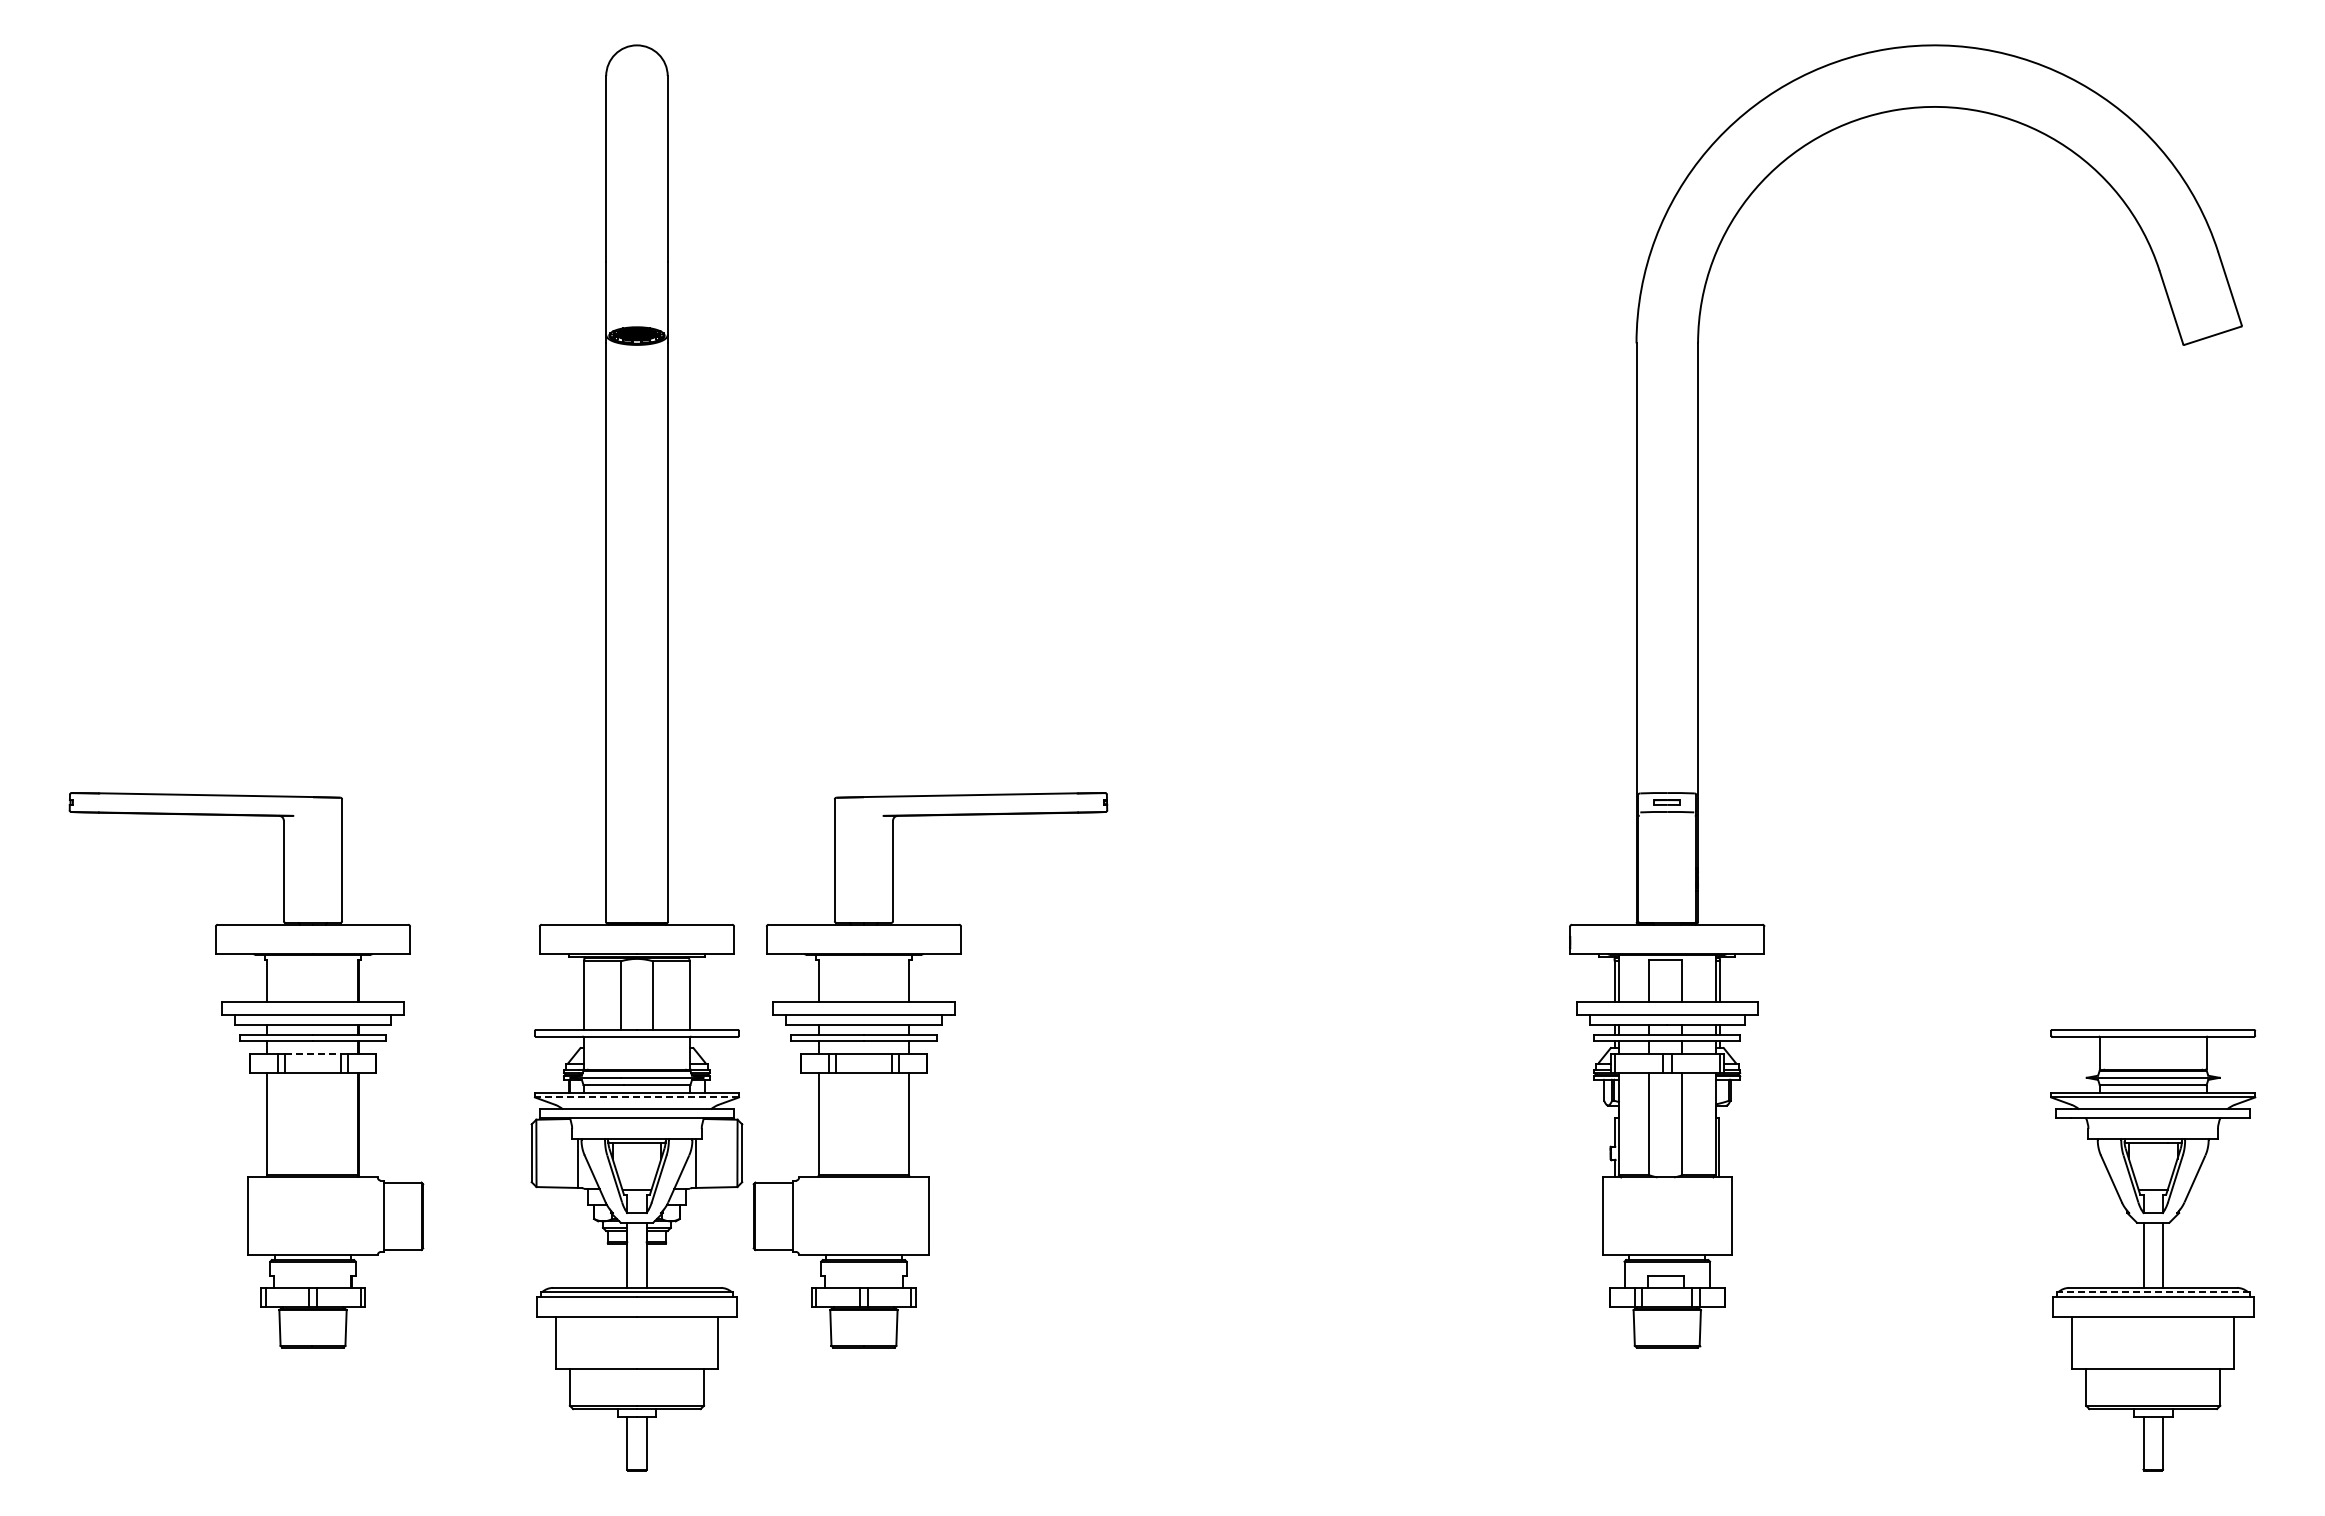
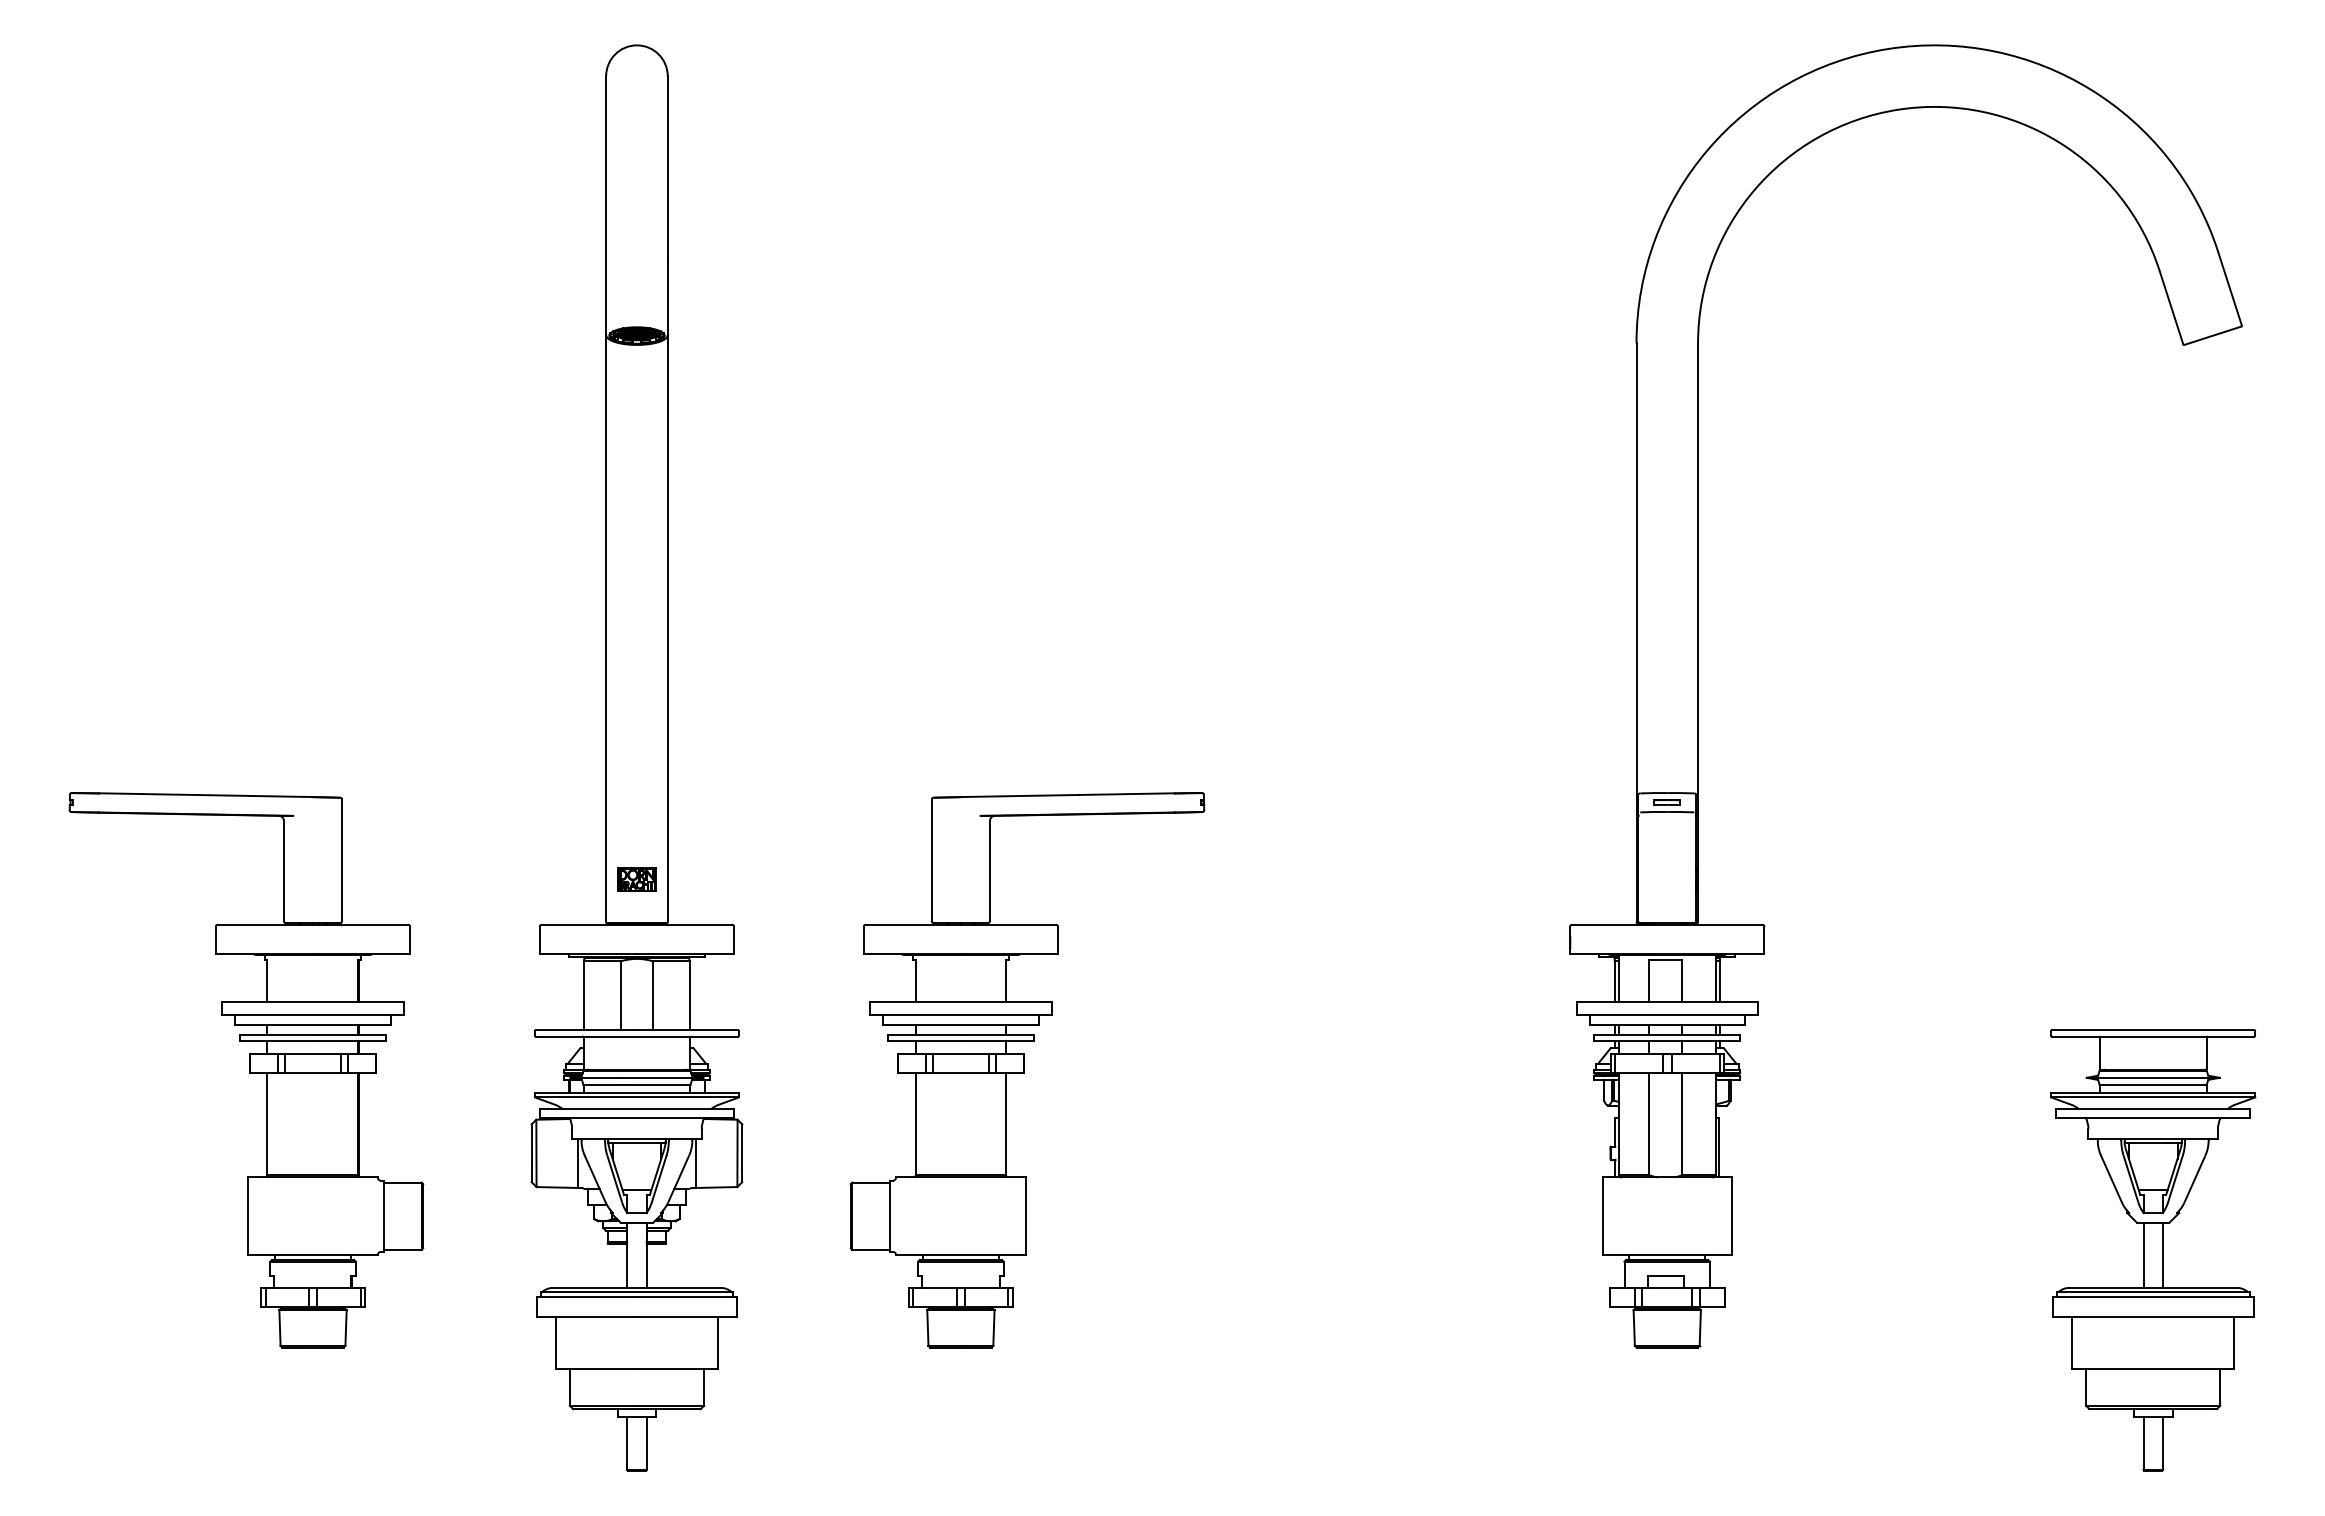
part at (636, 879): none -> present
line at (313, 1053): dashed -> solid
part at (930, 1070) position: (930, 1070) -> (1027, 1070)
line at (636, 1097): dashed -> solid
line at (2152, 1292): dashed -> solid
